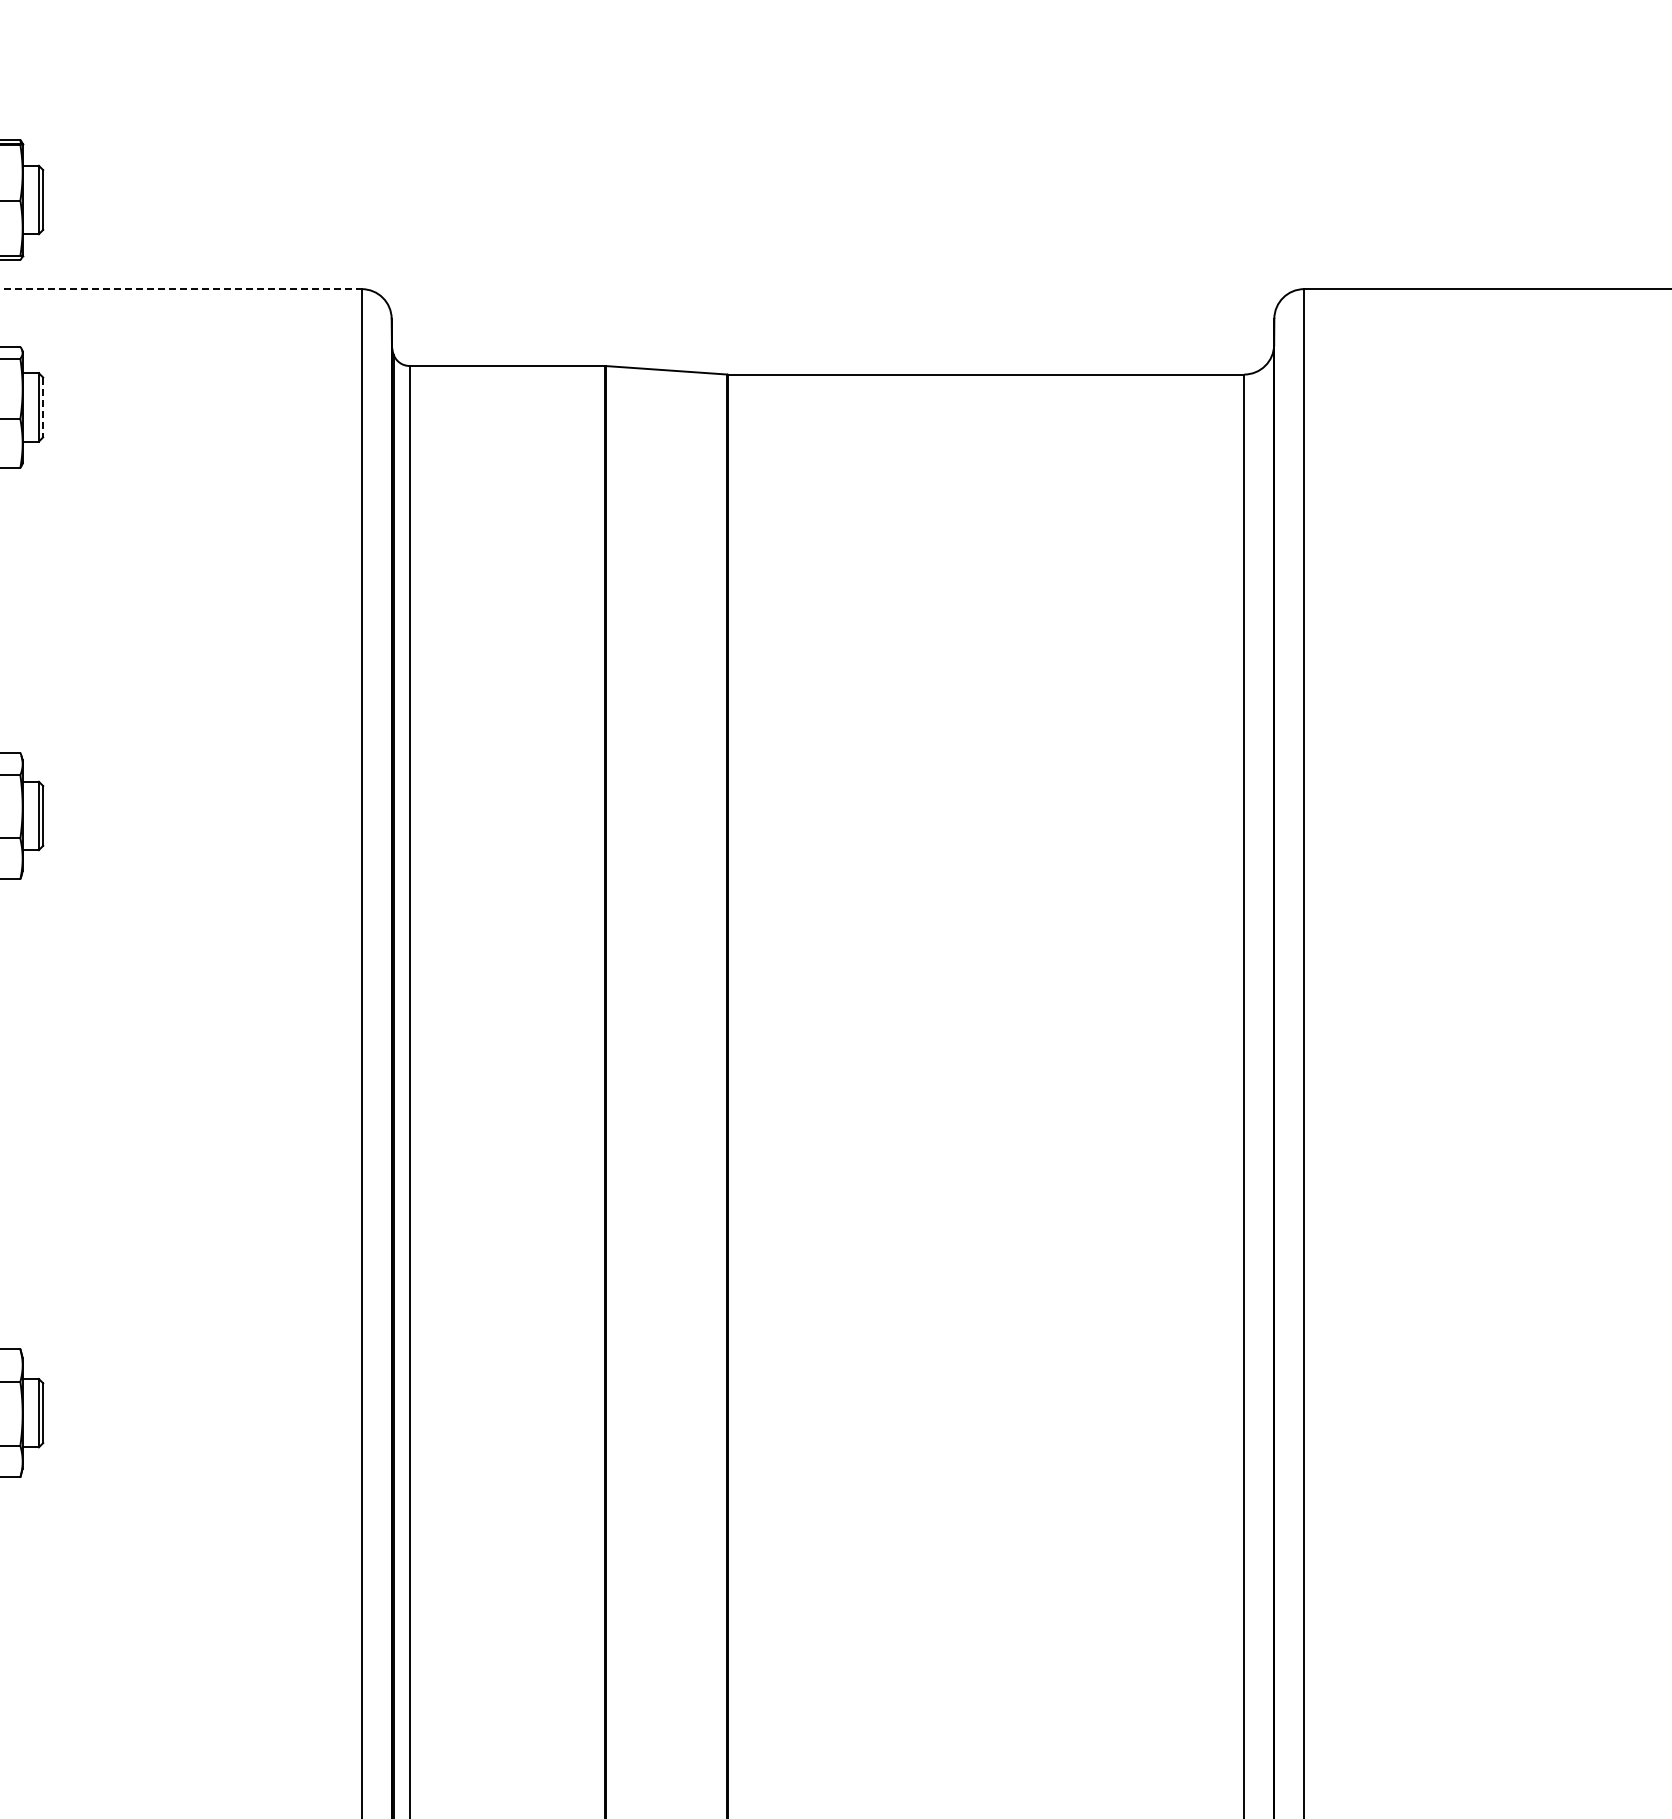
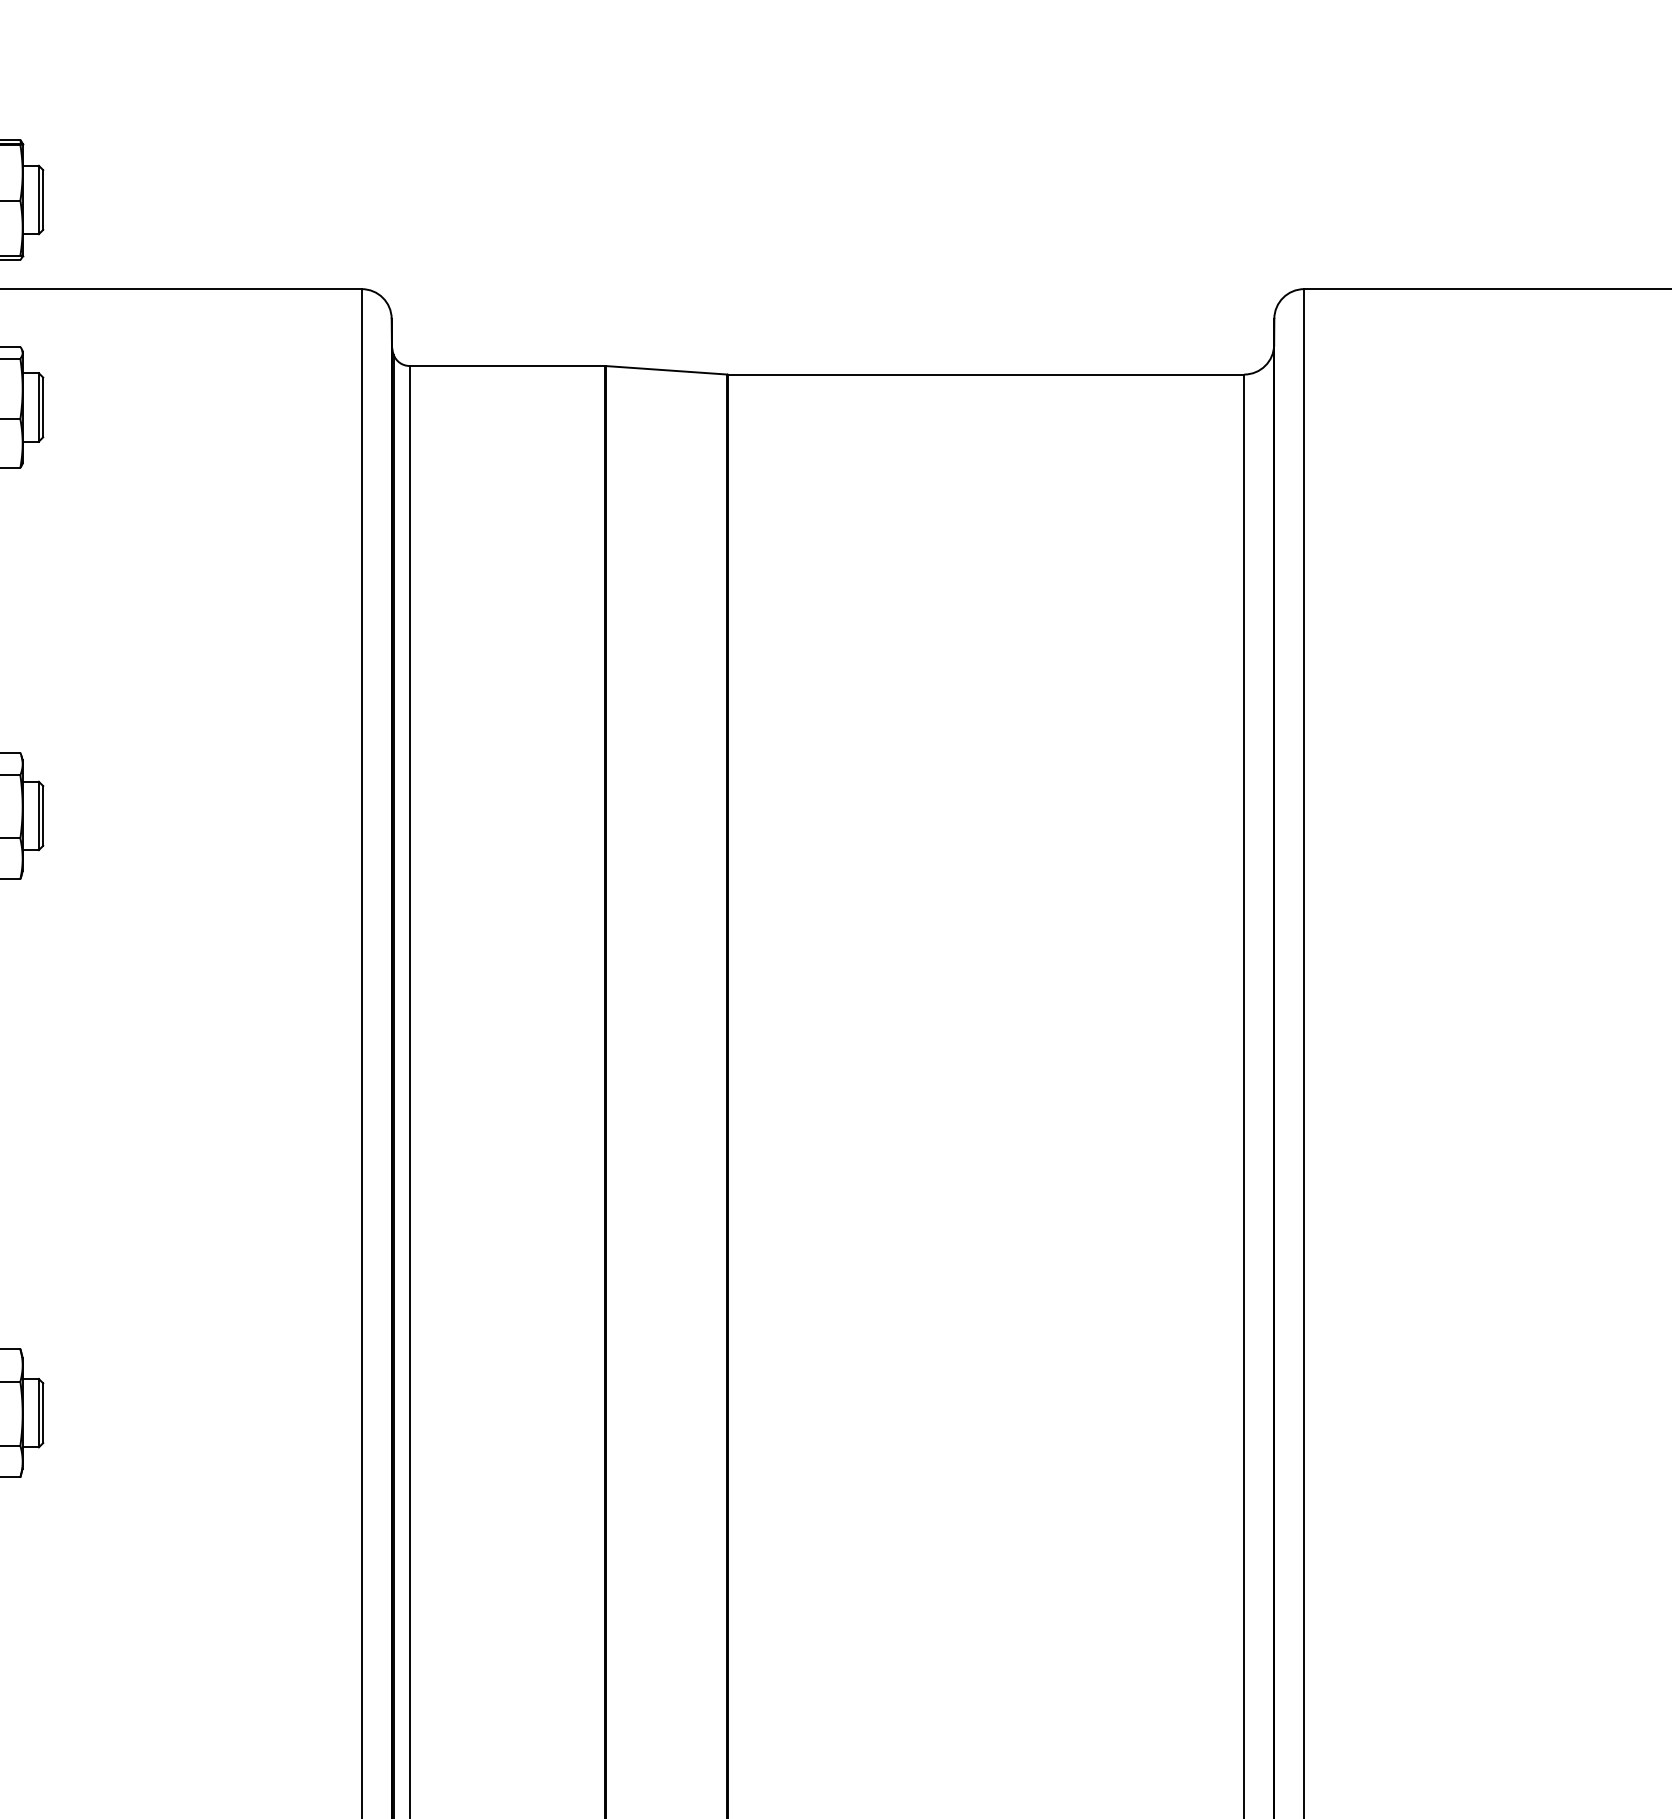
line at (181, 289): dashed -> solid
line at (43, 407): dashed -> solid
